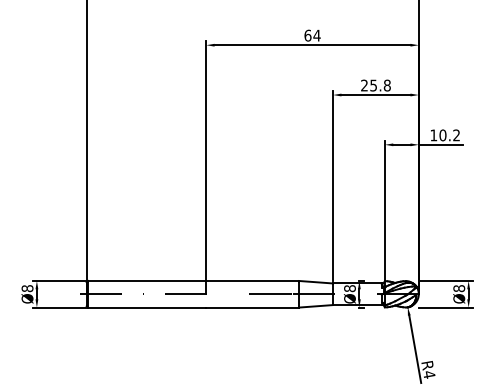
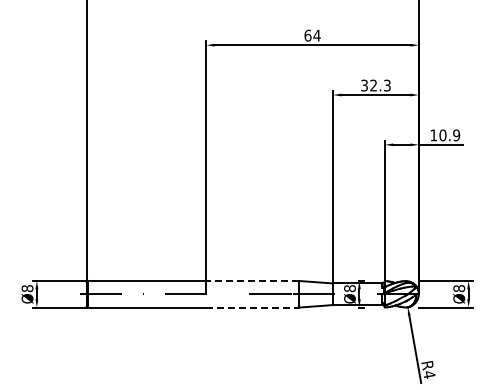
text at (375, 85): 25.8 -> 32.3
text at (456, 135): 10.2 -> 10.9
line at (252, 280): solid -> dashed
line at (253, 307): solid -> dashed
